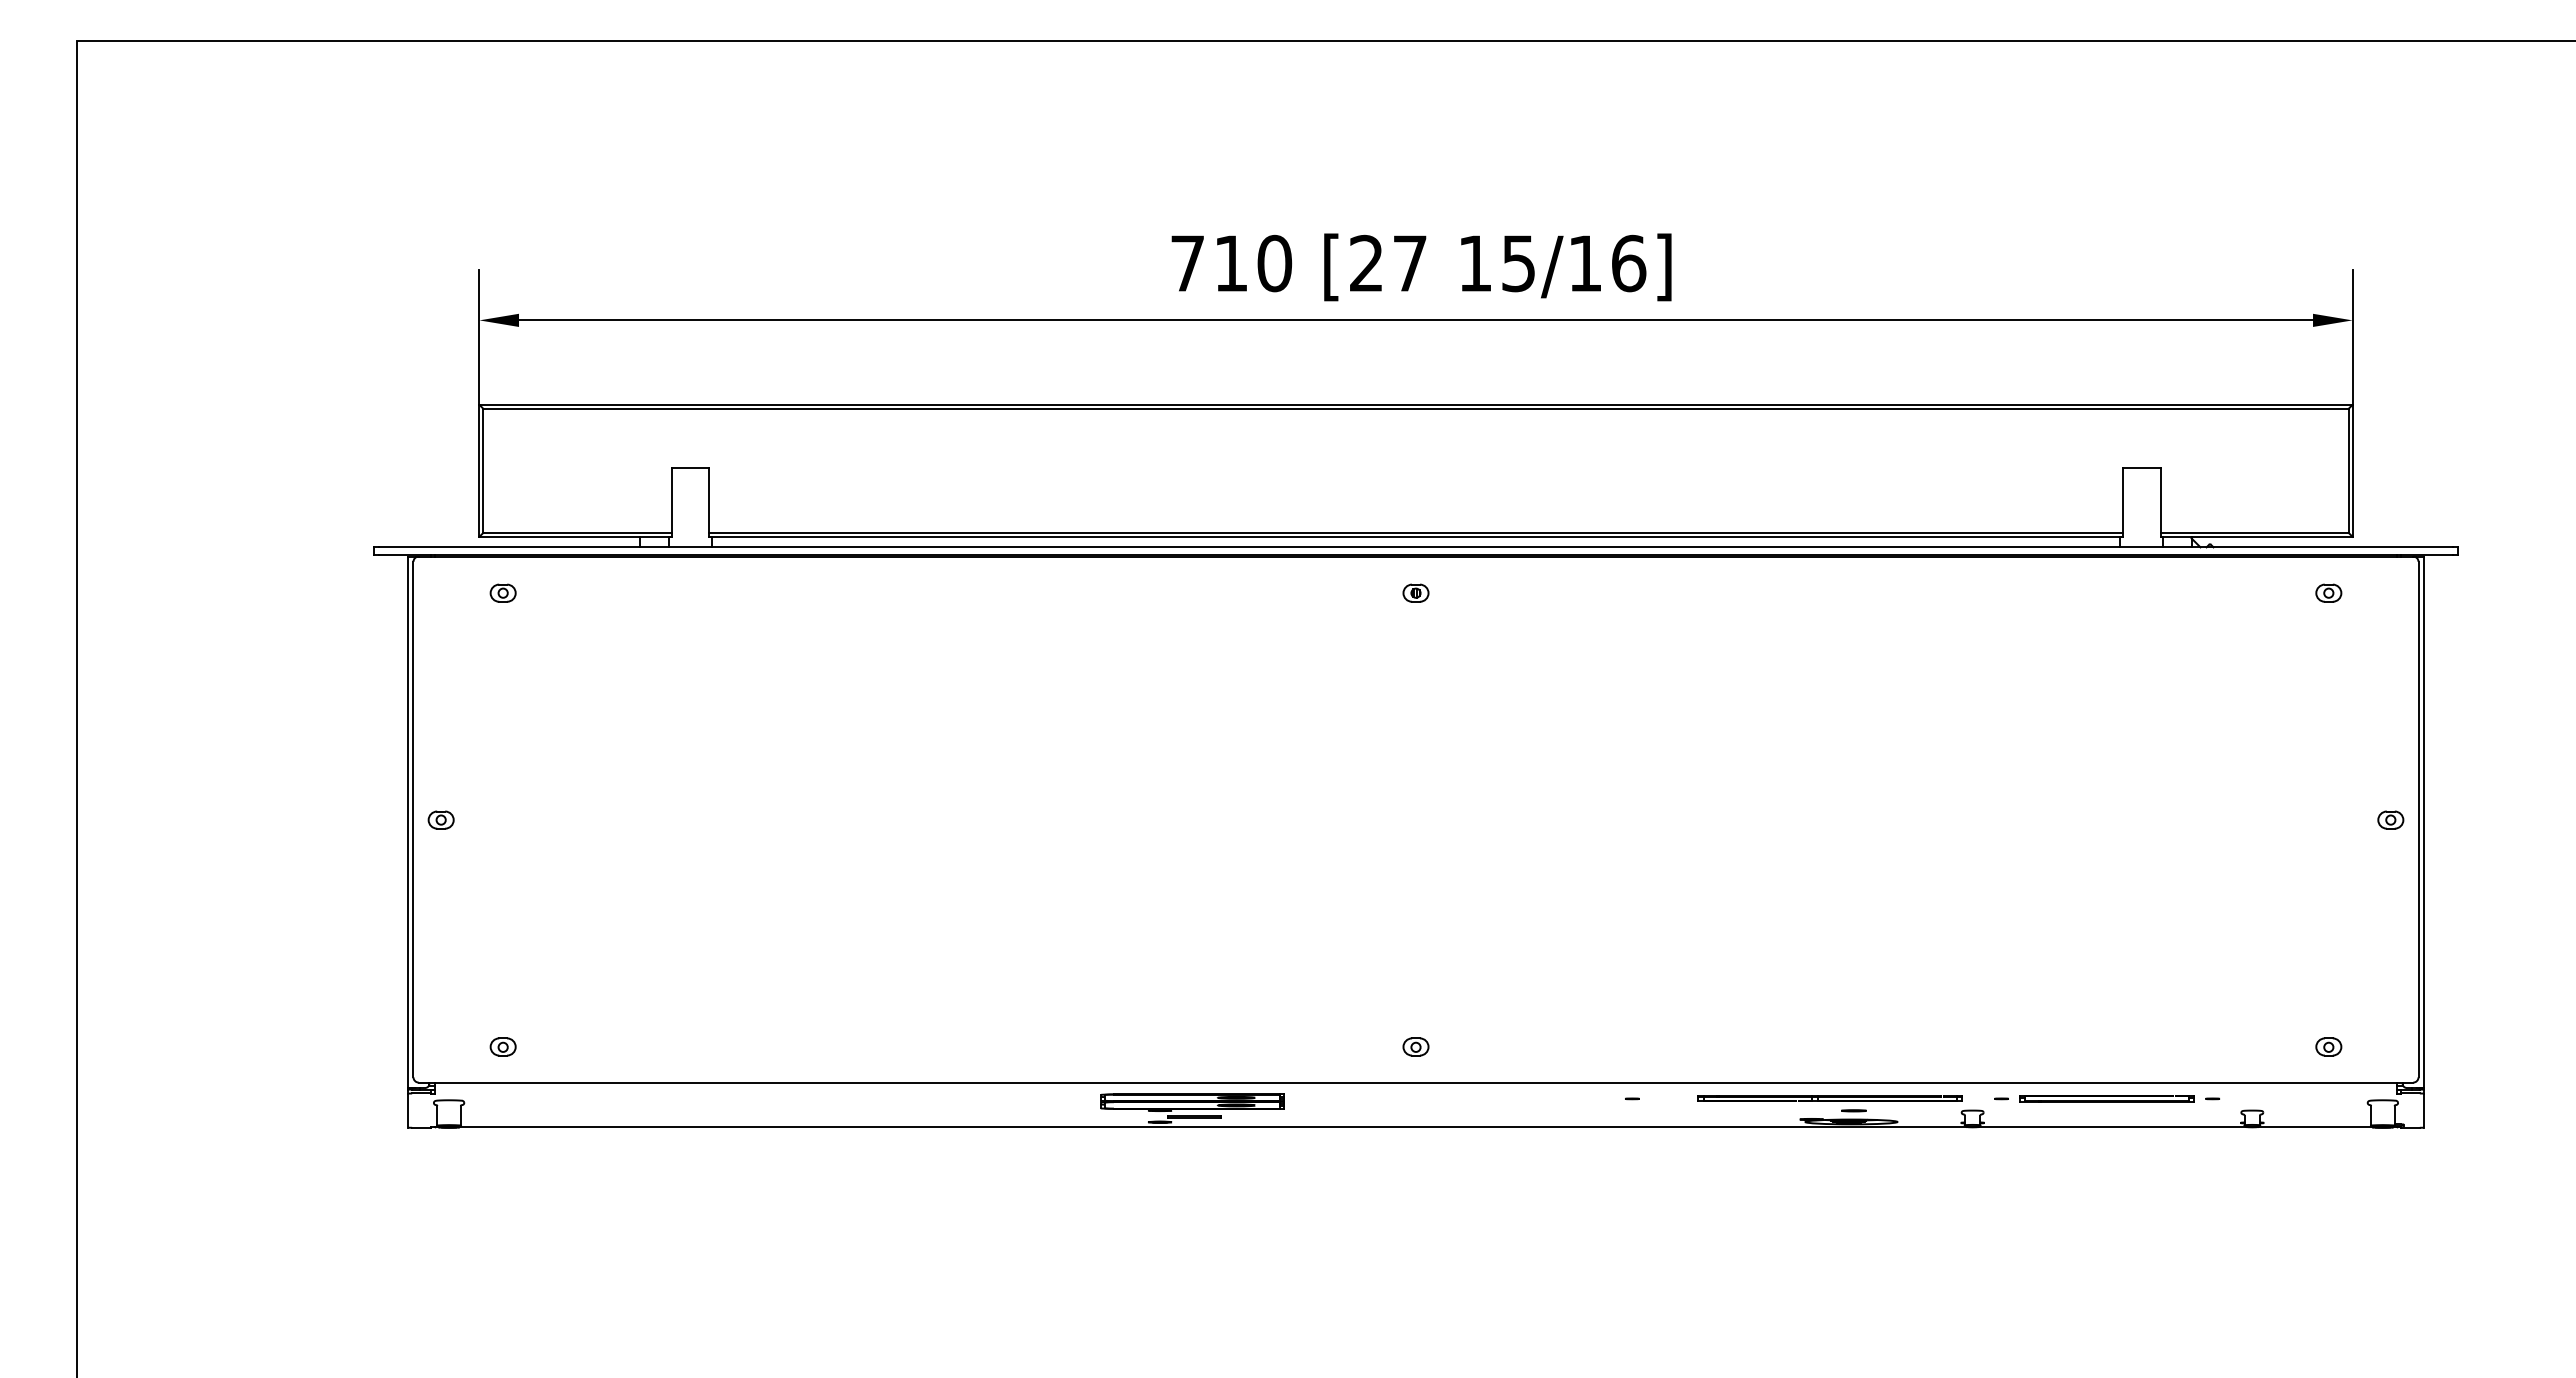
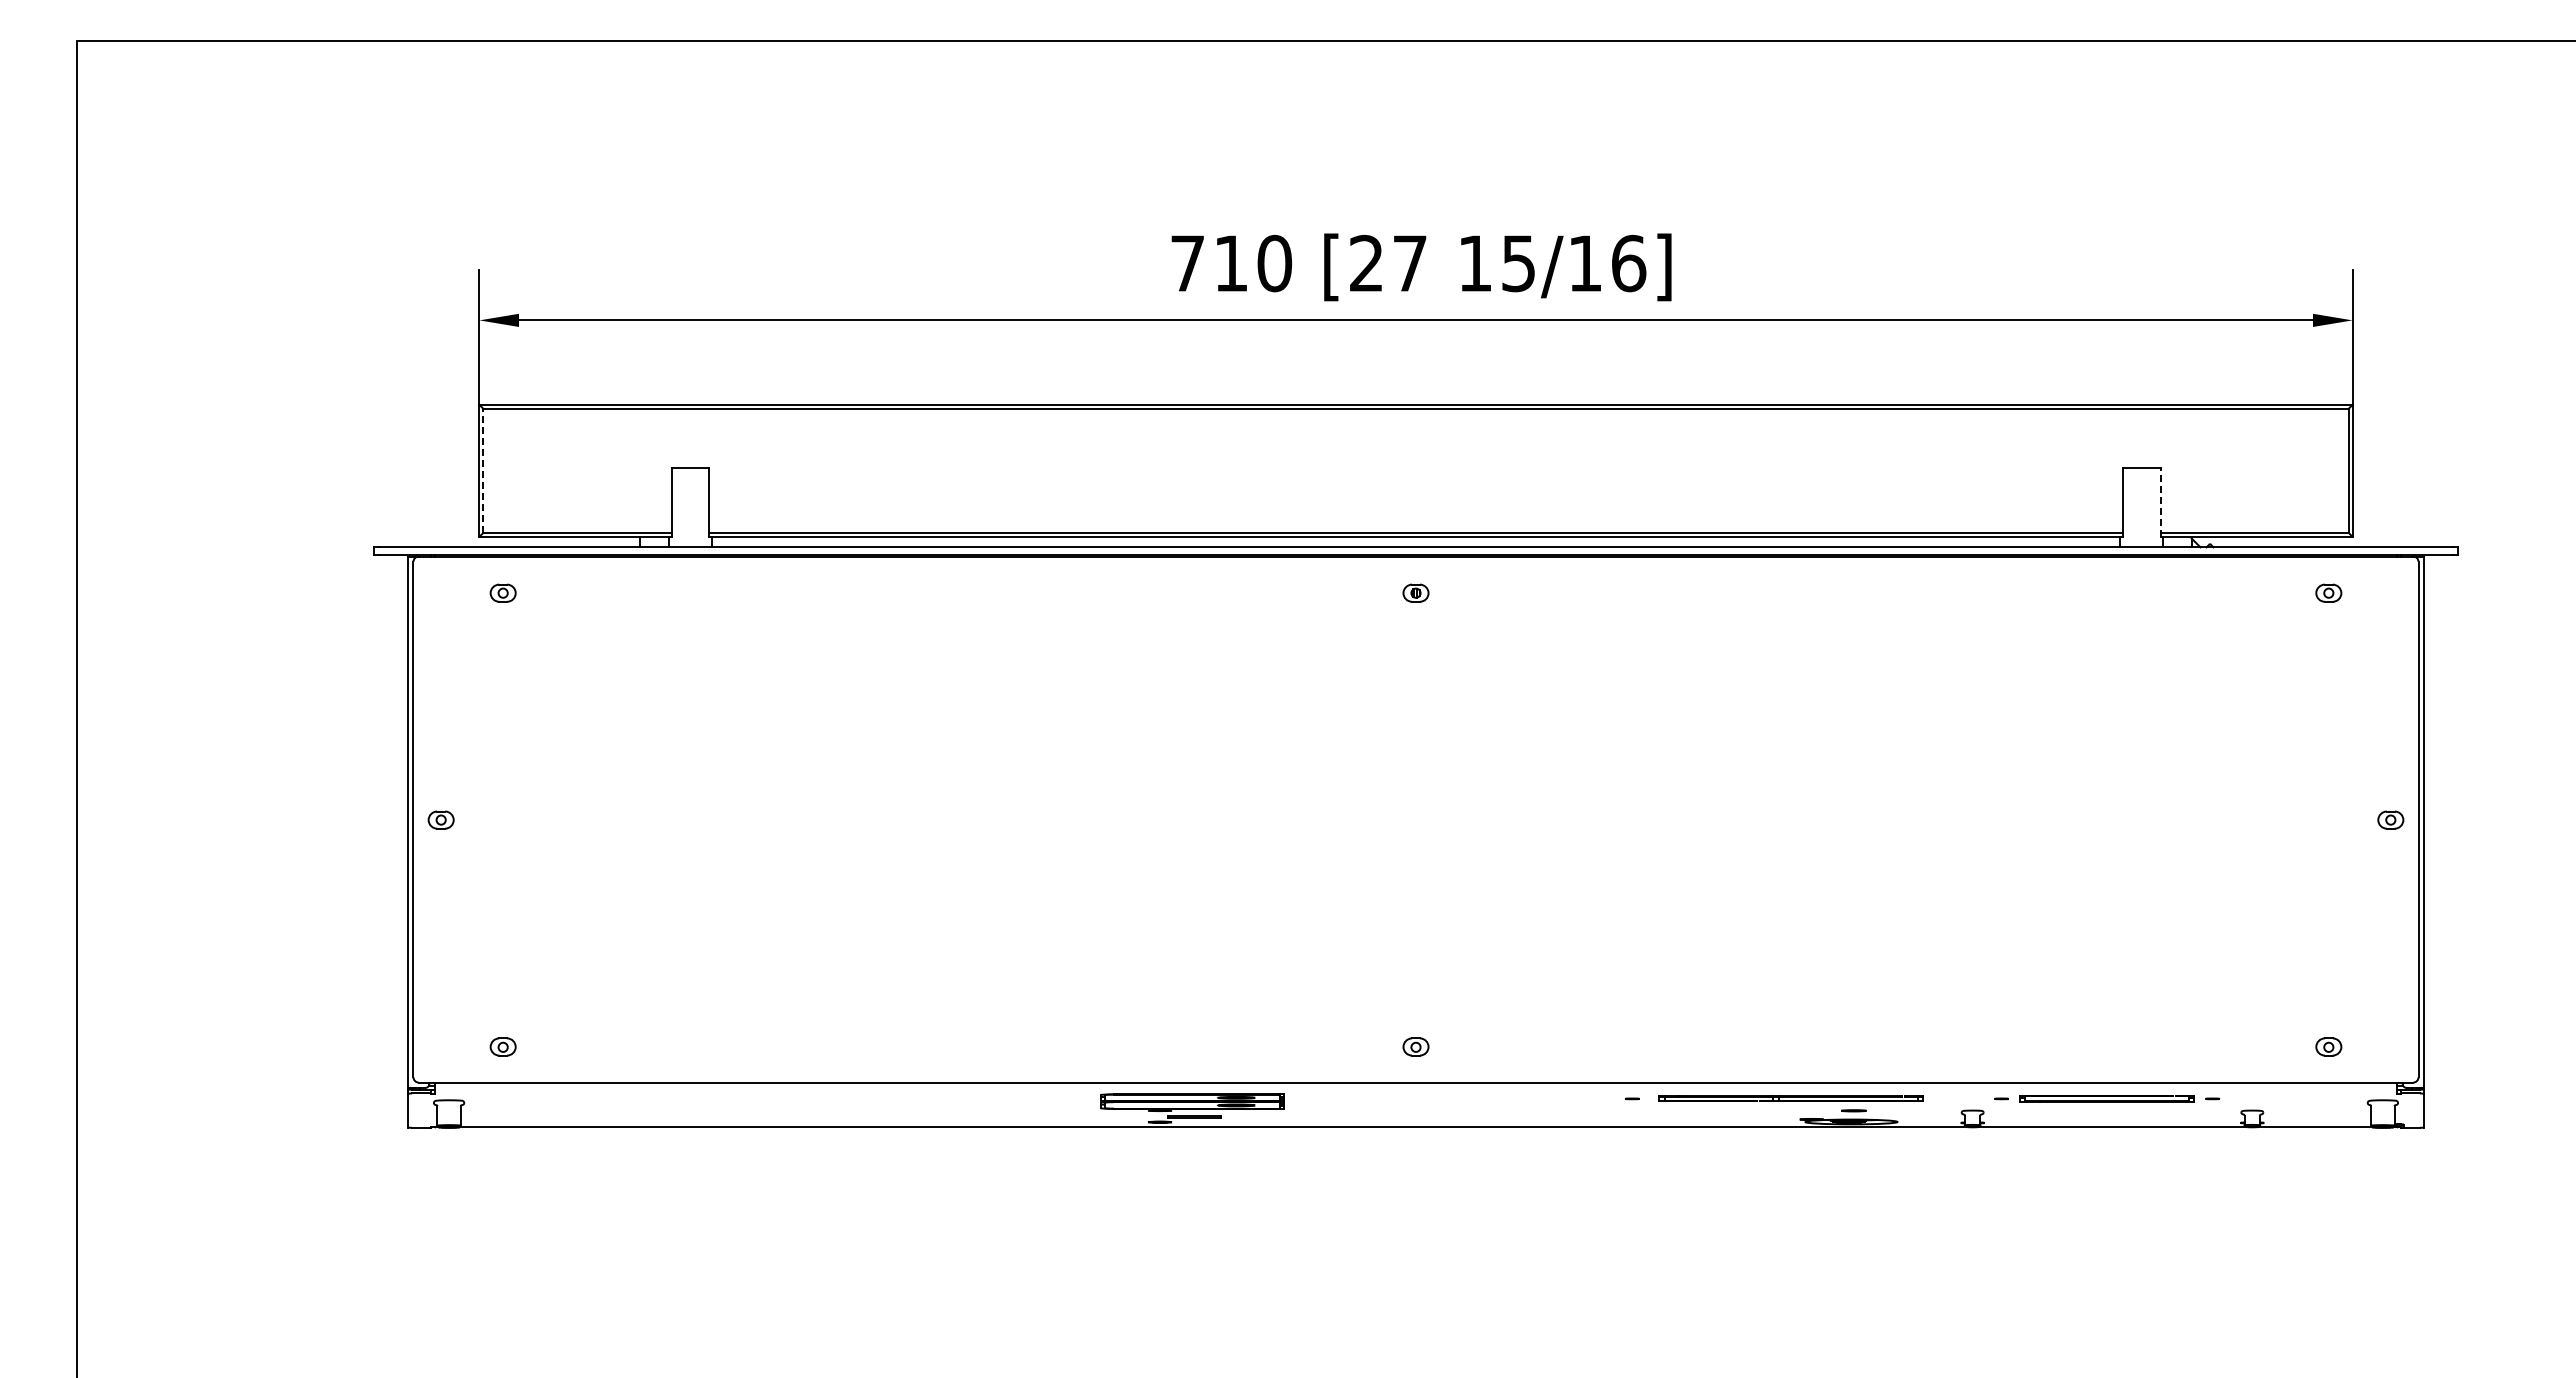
line at (483, 470): solid -> dashed
line at (2160, 502): solid -> dashed
part at (1829, 1098) position: (1829, 1098) -> (1790, 1098)
